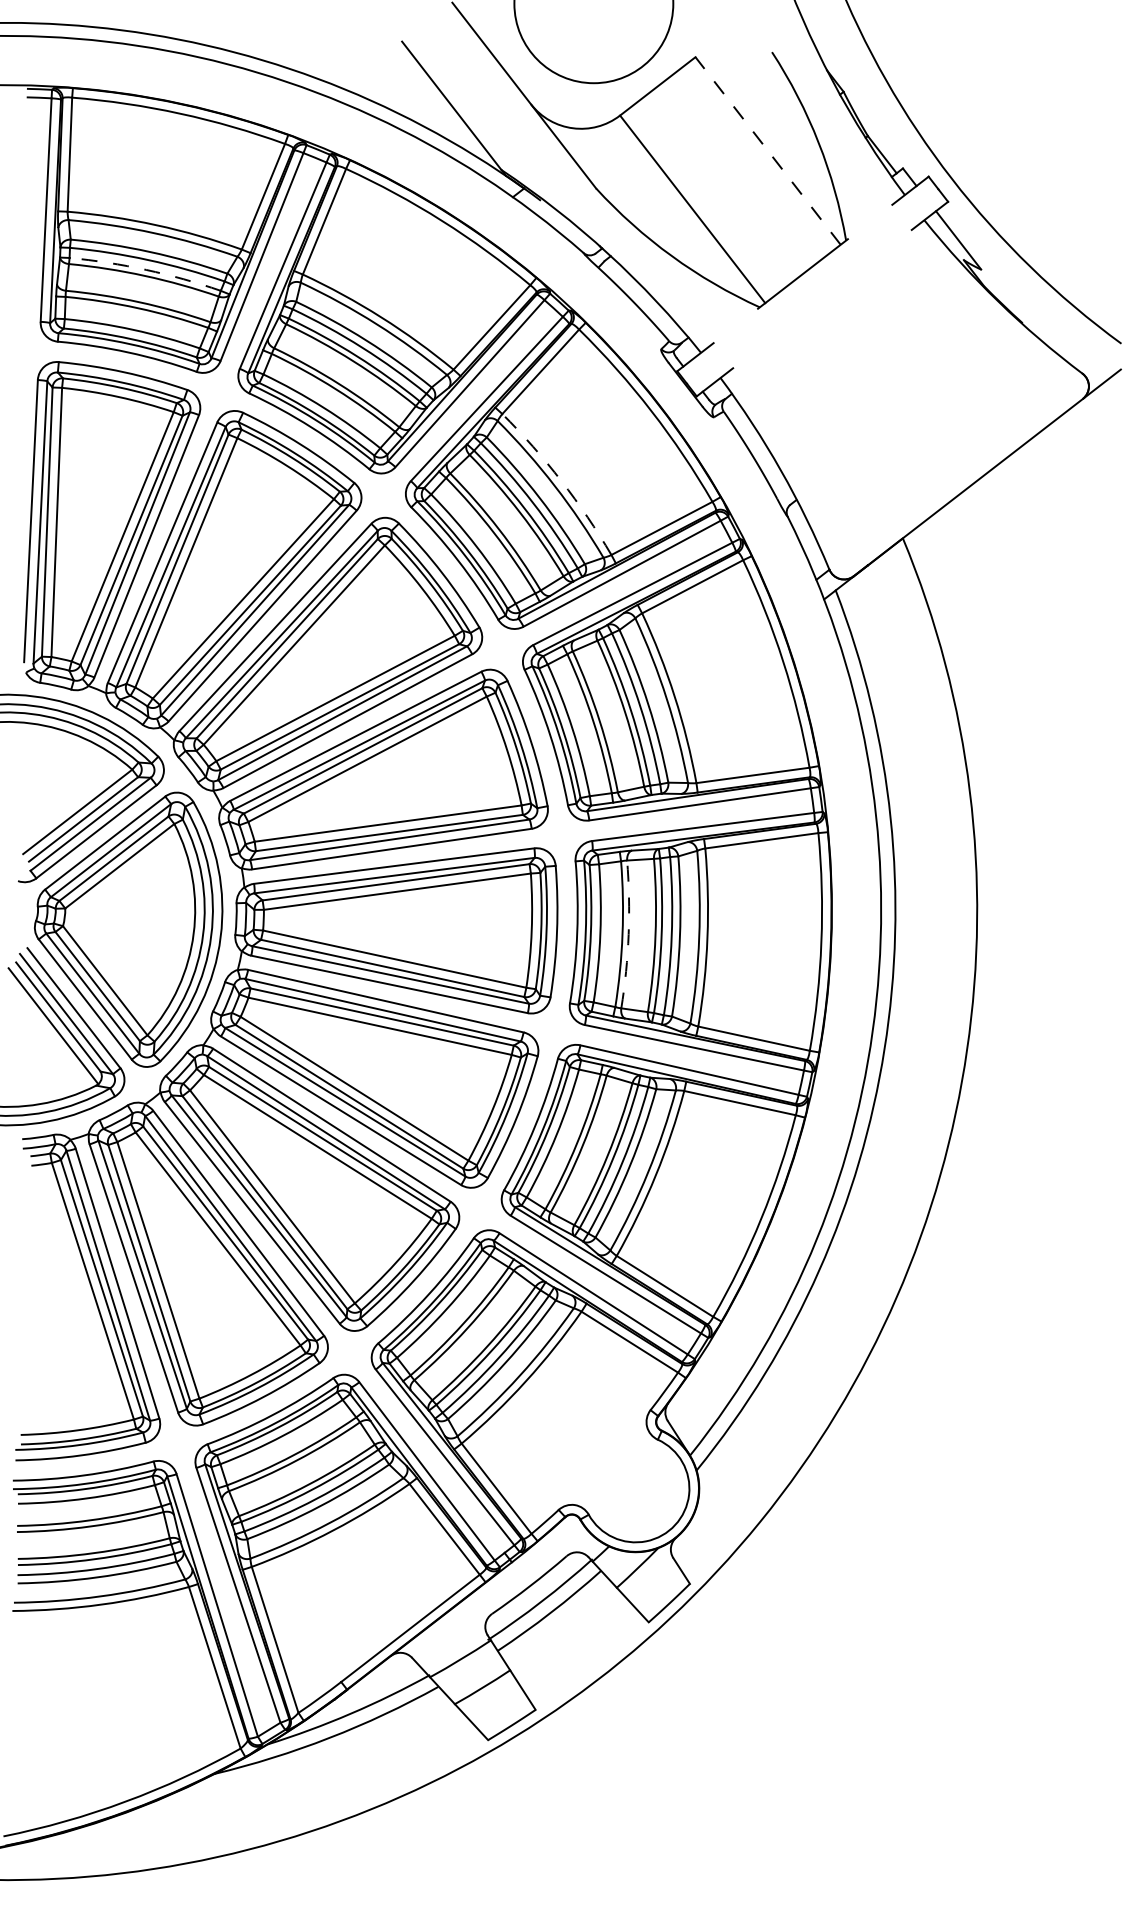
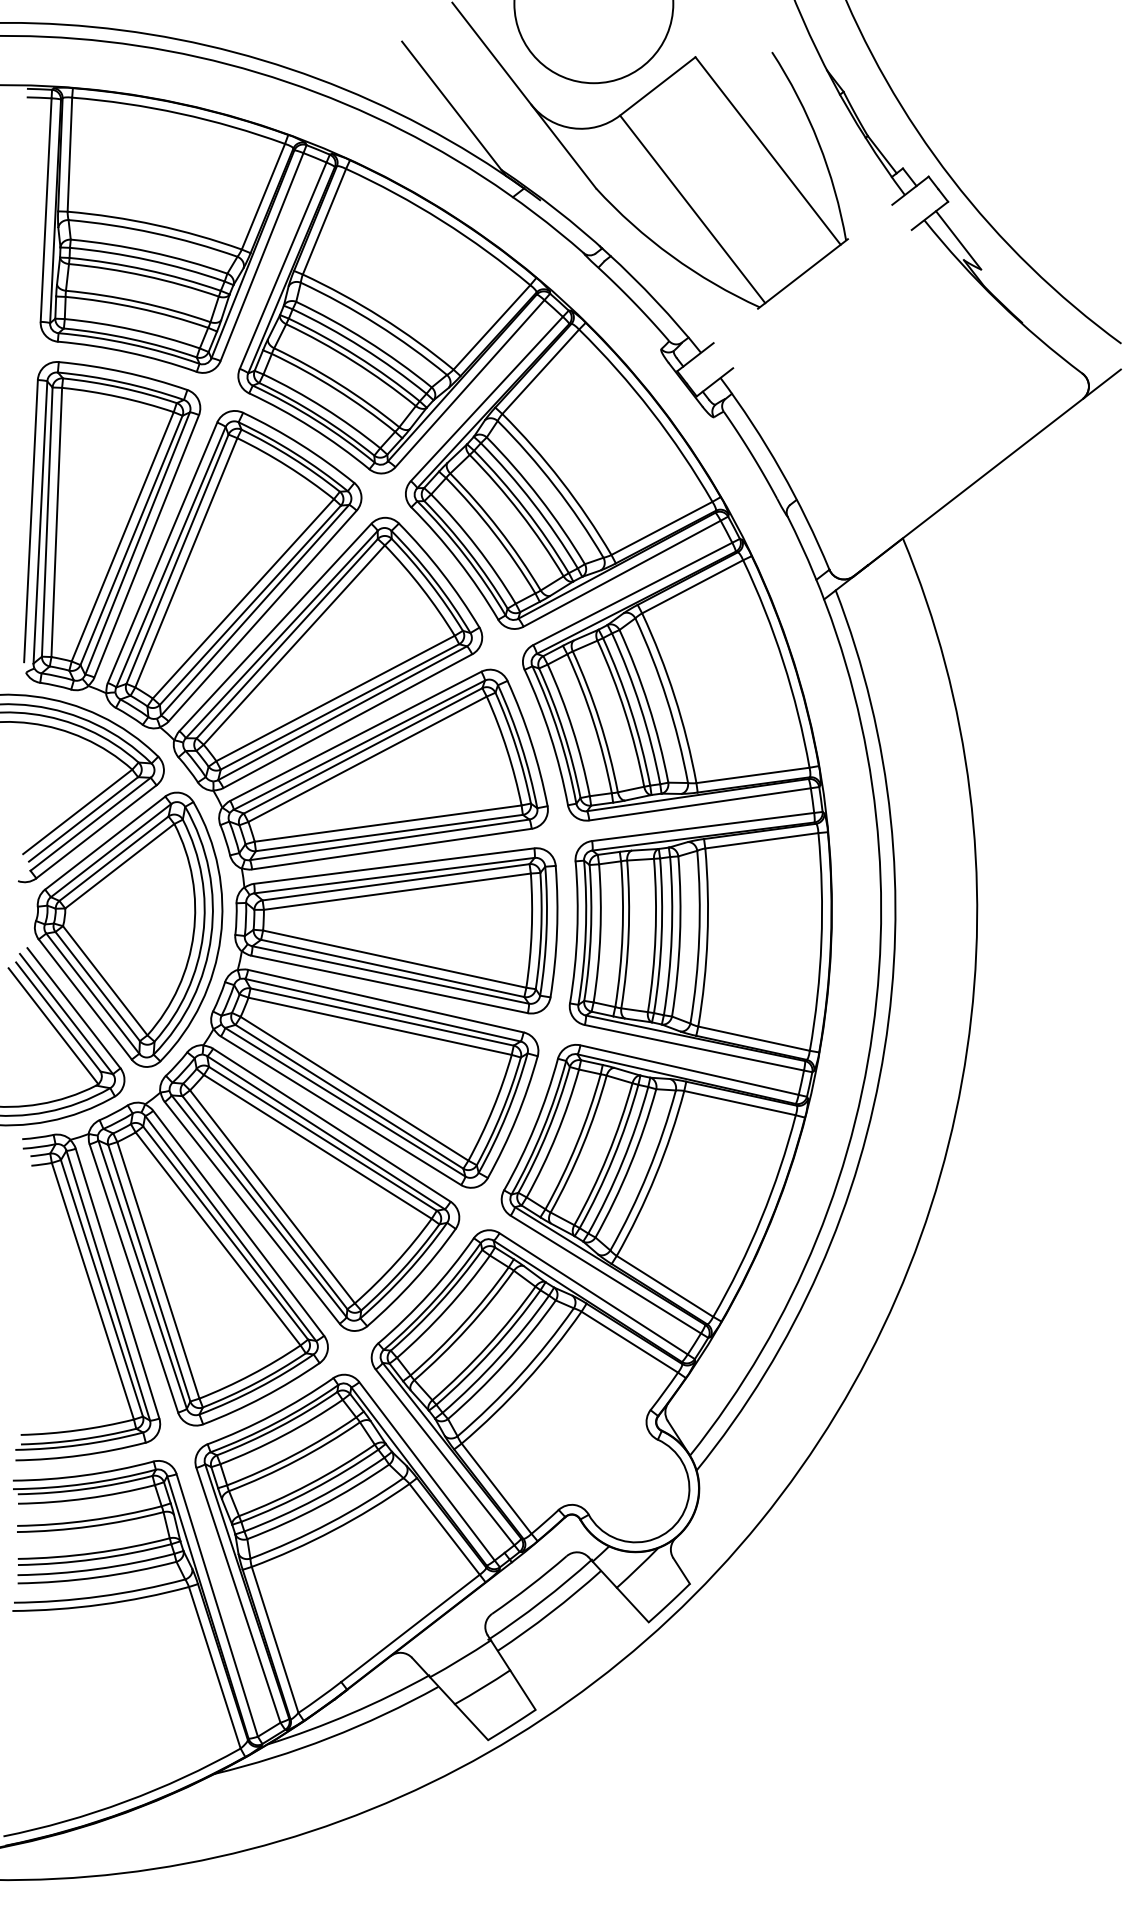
line at (768, 151): dashed -> solid
arc at (146, 269): dashed -> solid
arc at (561, 481): dashed -> solid
arc at (628, 934): dashed -> solid
